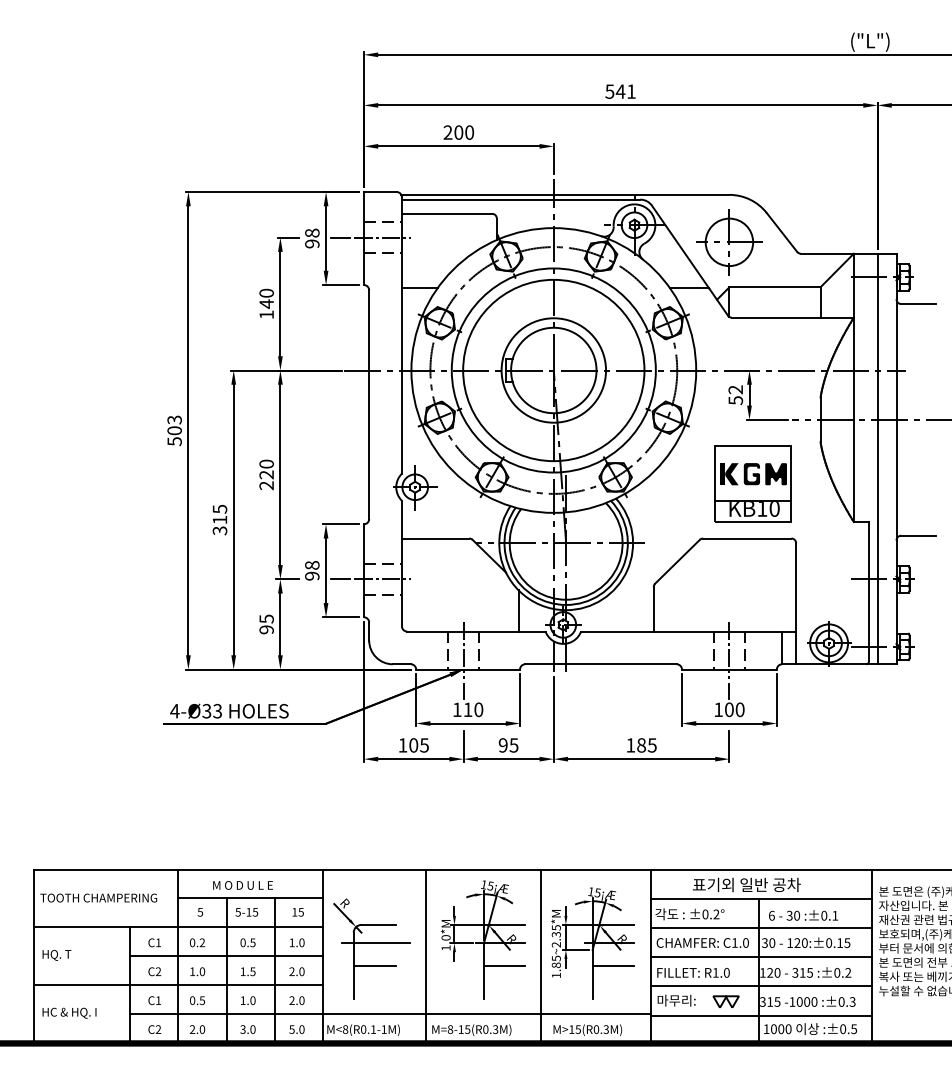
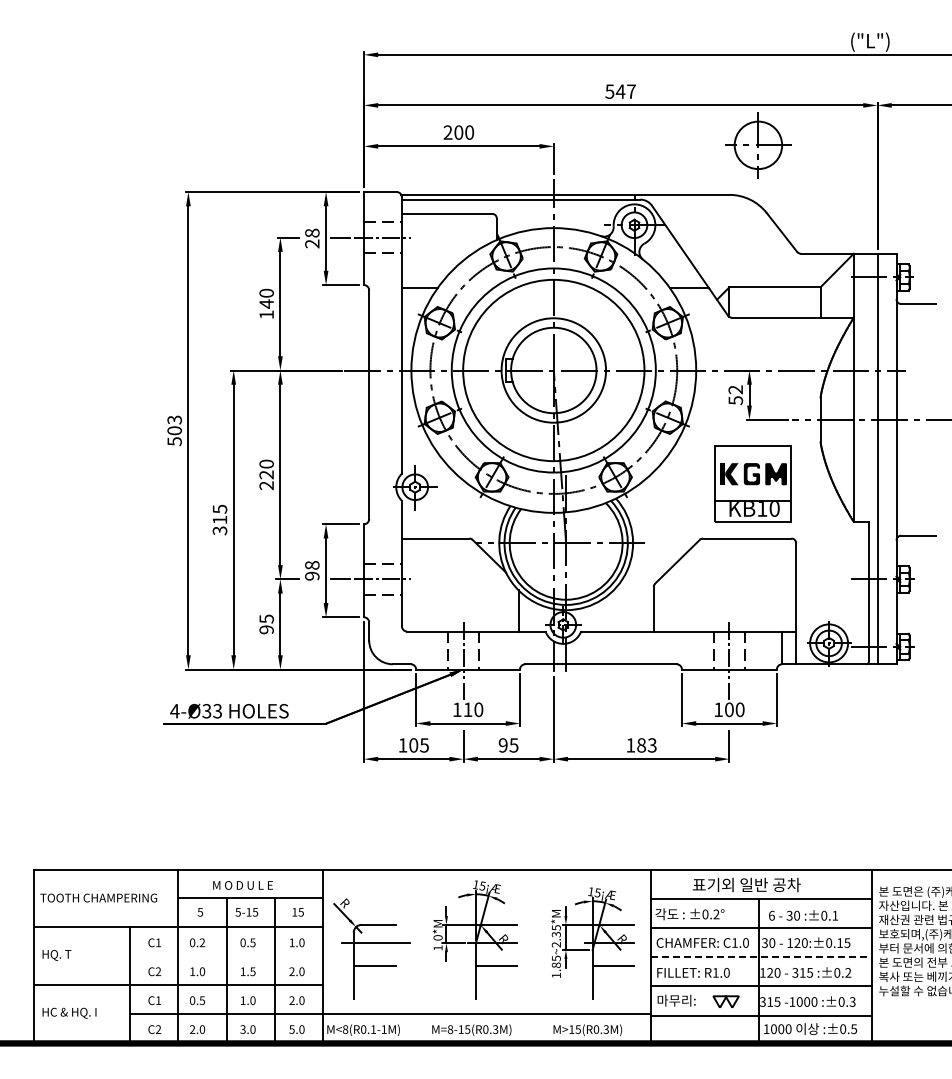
text at (631, 91): 541 -> 547
part at (729, 242) position: (729, 242) -> (758, 145)
text at (312, 243): 98 -> 28
text at (652, 745): 185 -> 183
part at (483, 939) position: (483, 939) -> (475, 939)
line at (226, 956): present -> none
line at (426, 956): present -> none
line at (541, 956): present -> none
line at (761, 957): solid -> dashed
